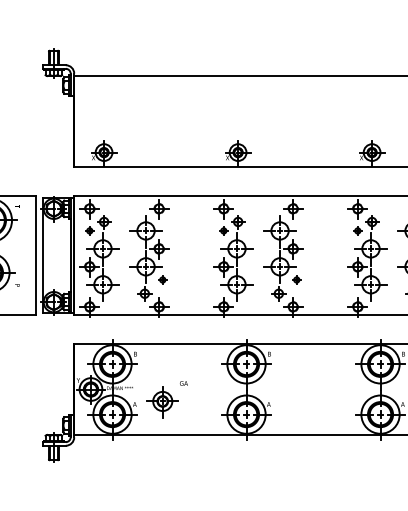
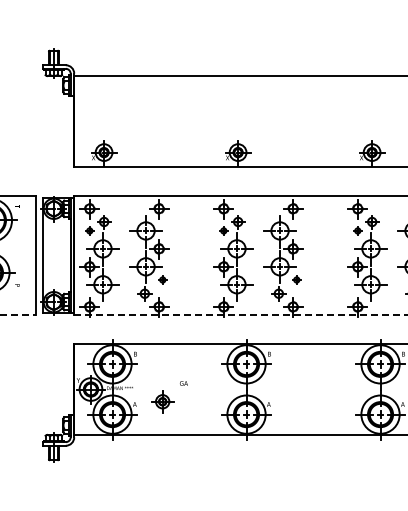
line at (18, 315): solid -> dashed
line at (241, 315): solid -> dashed
part at (162, 402) size: 33x33 px -> 24x24 px
